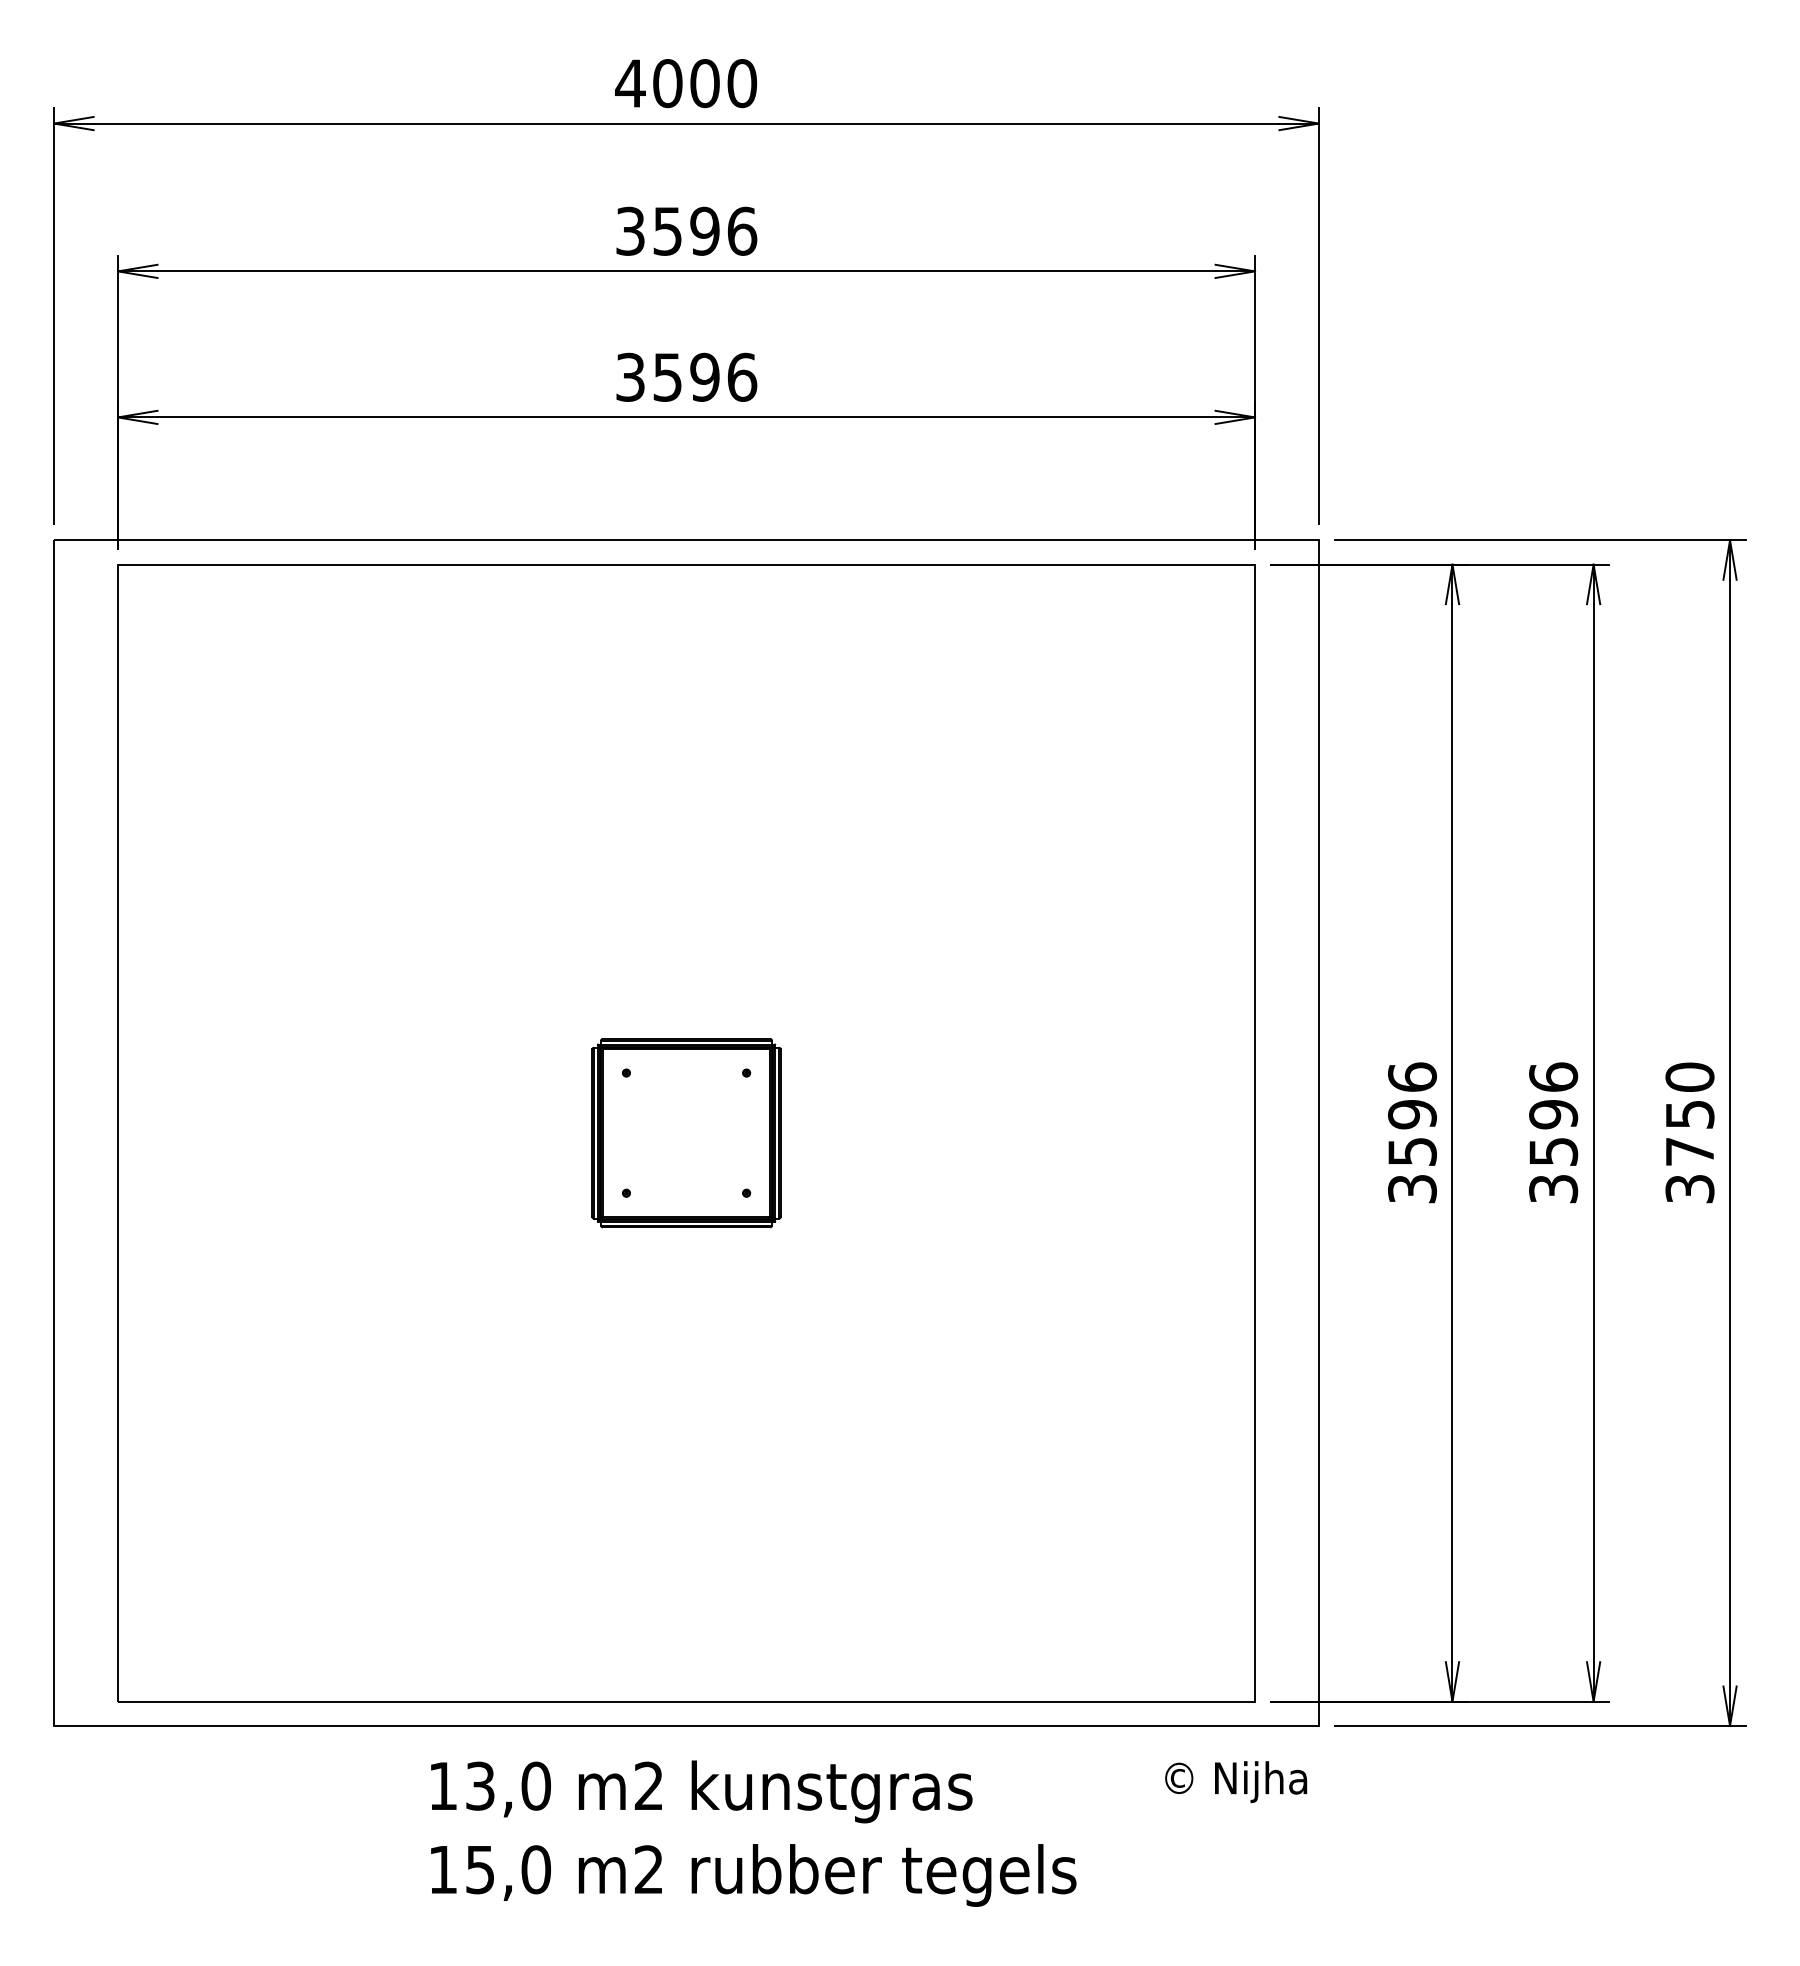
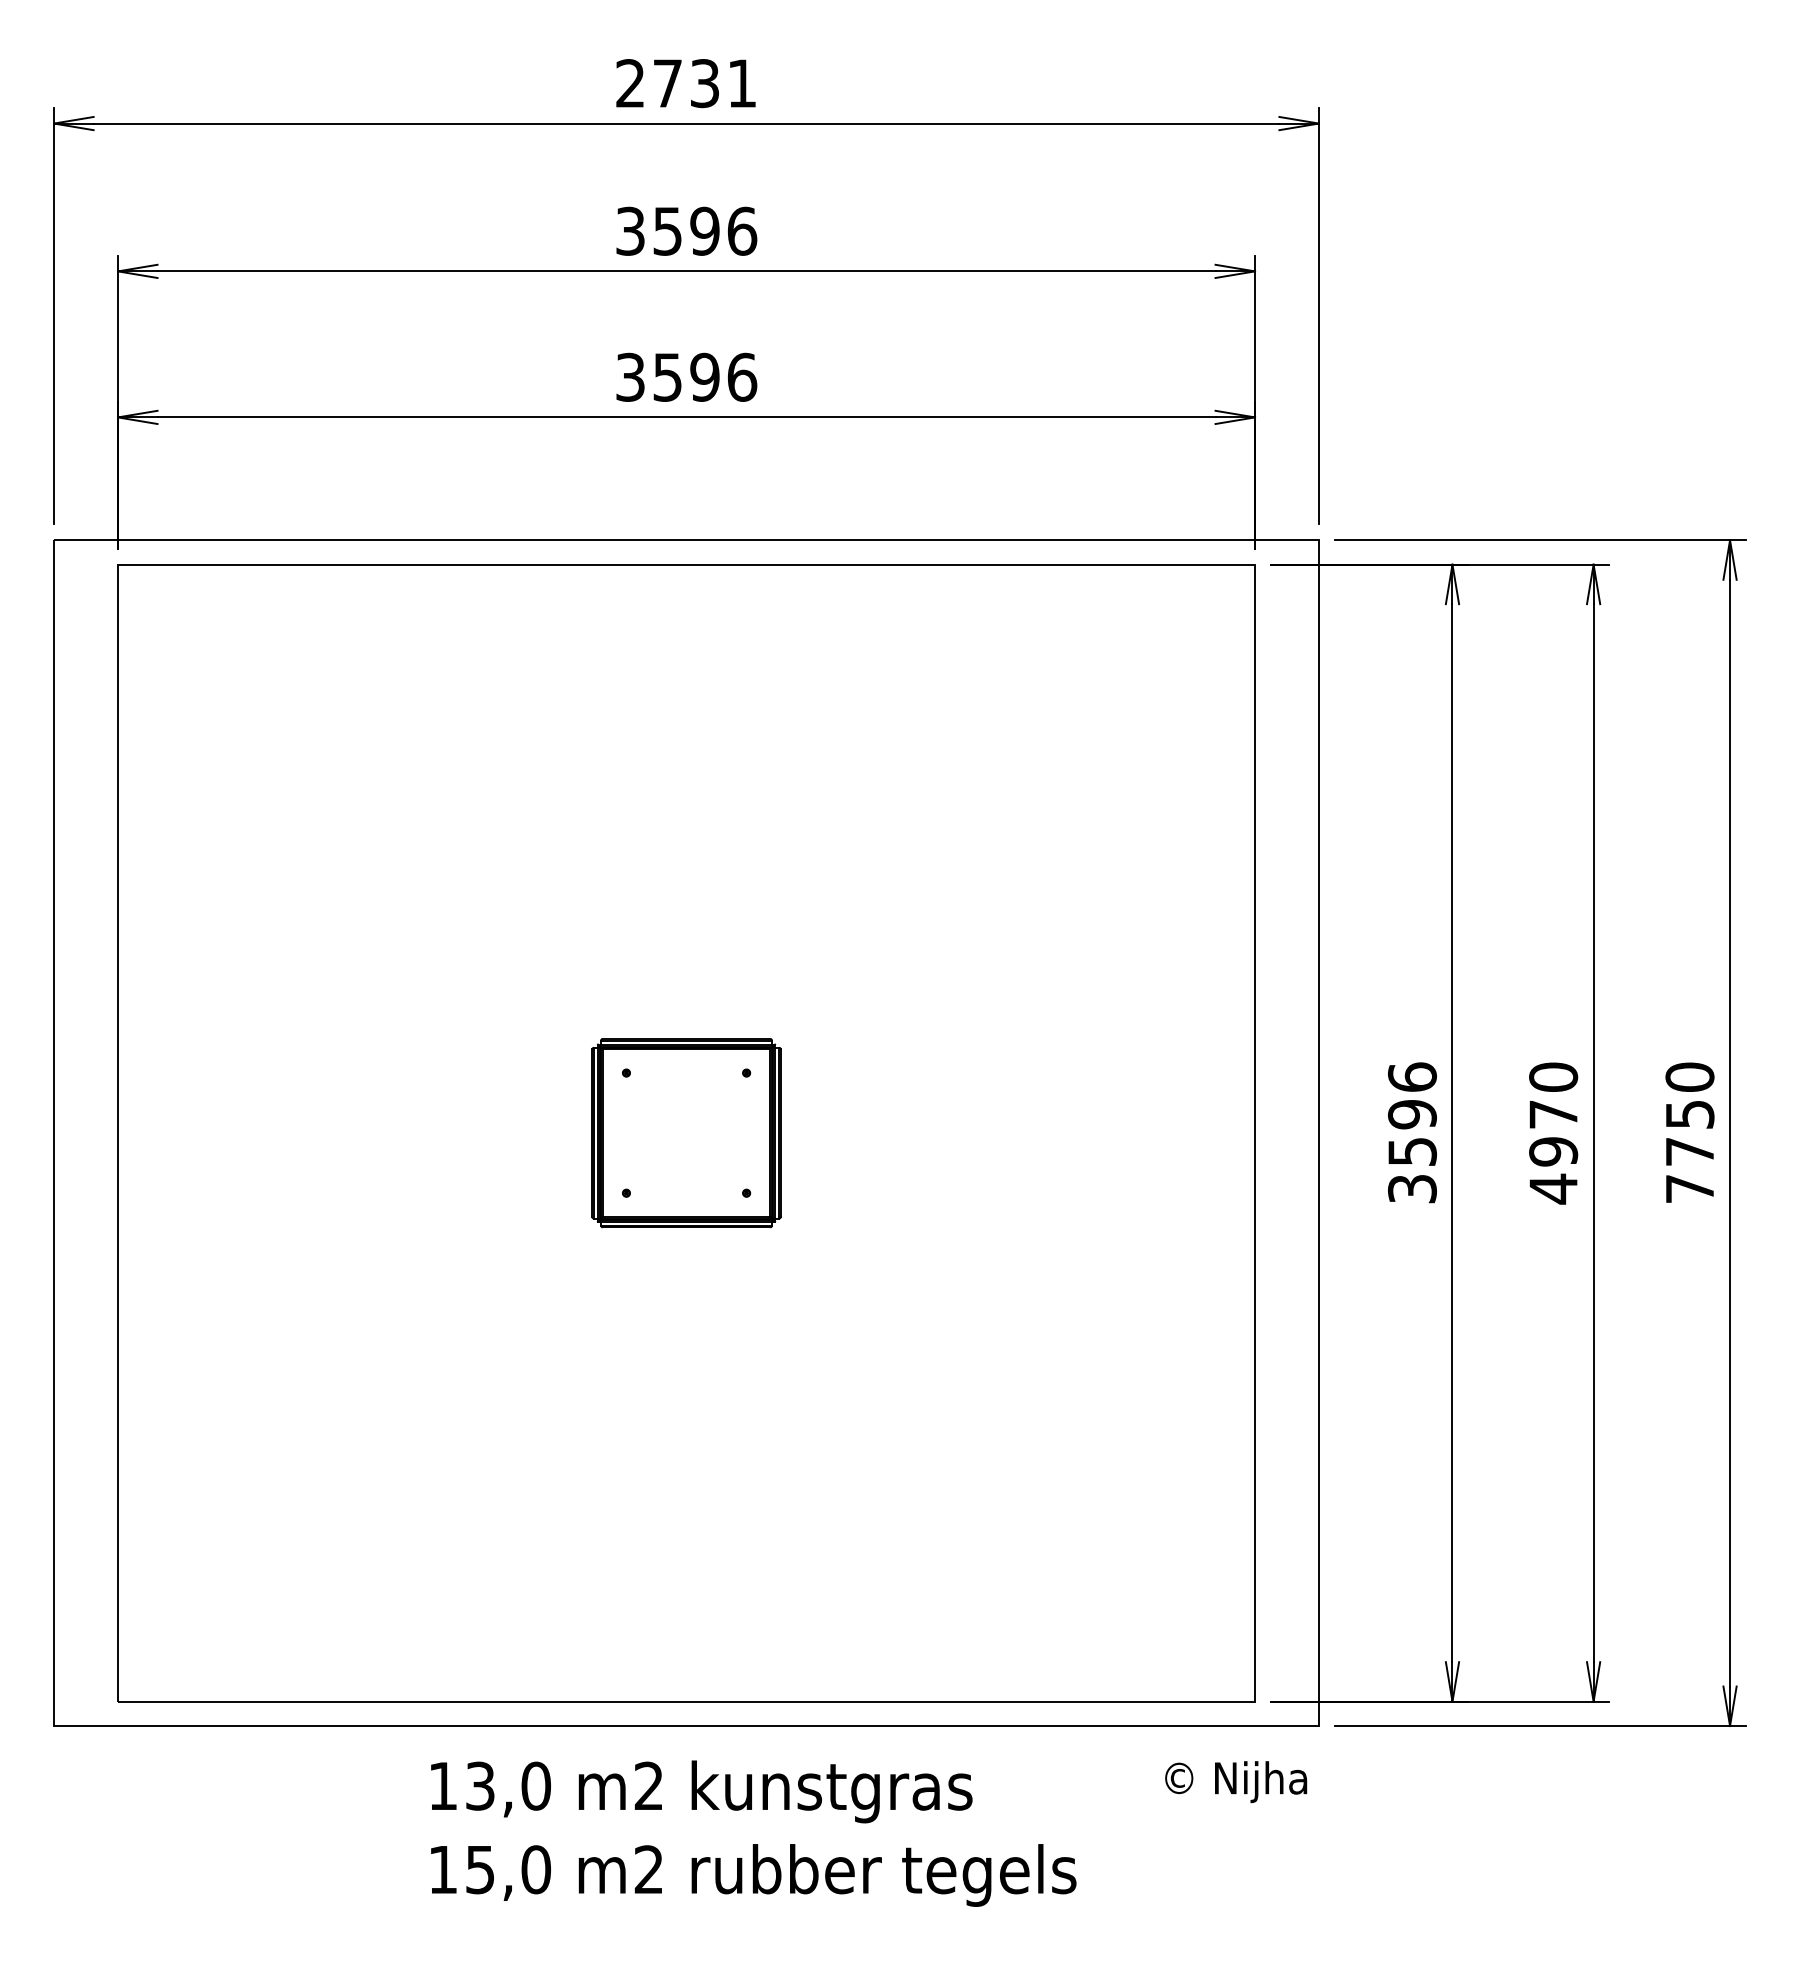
text at (686, 83): 4000 -> 2731
text at (1553, 1133): 3596 -> 4970
text at (1689, 1189): 3750 -> 7750
